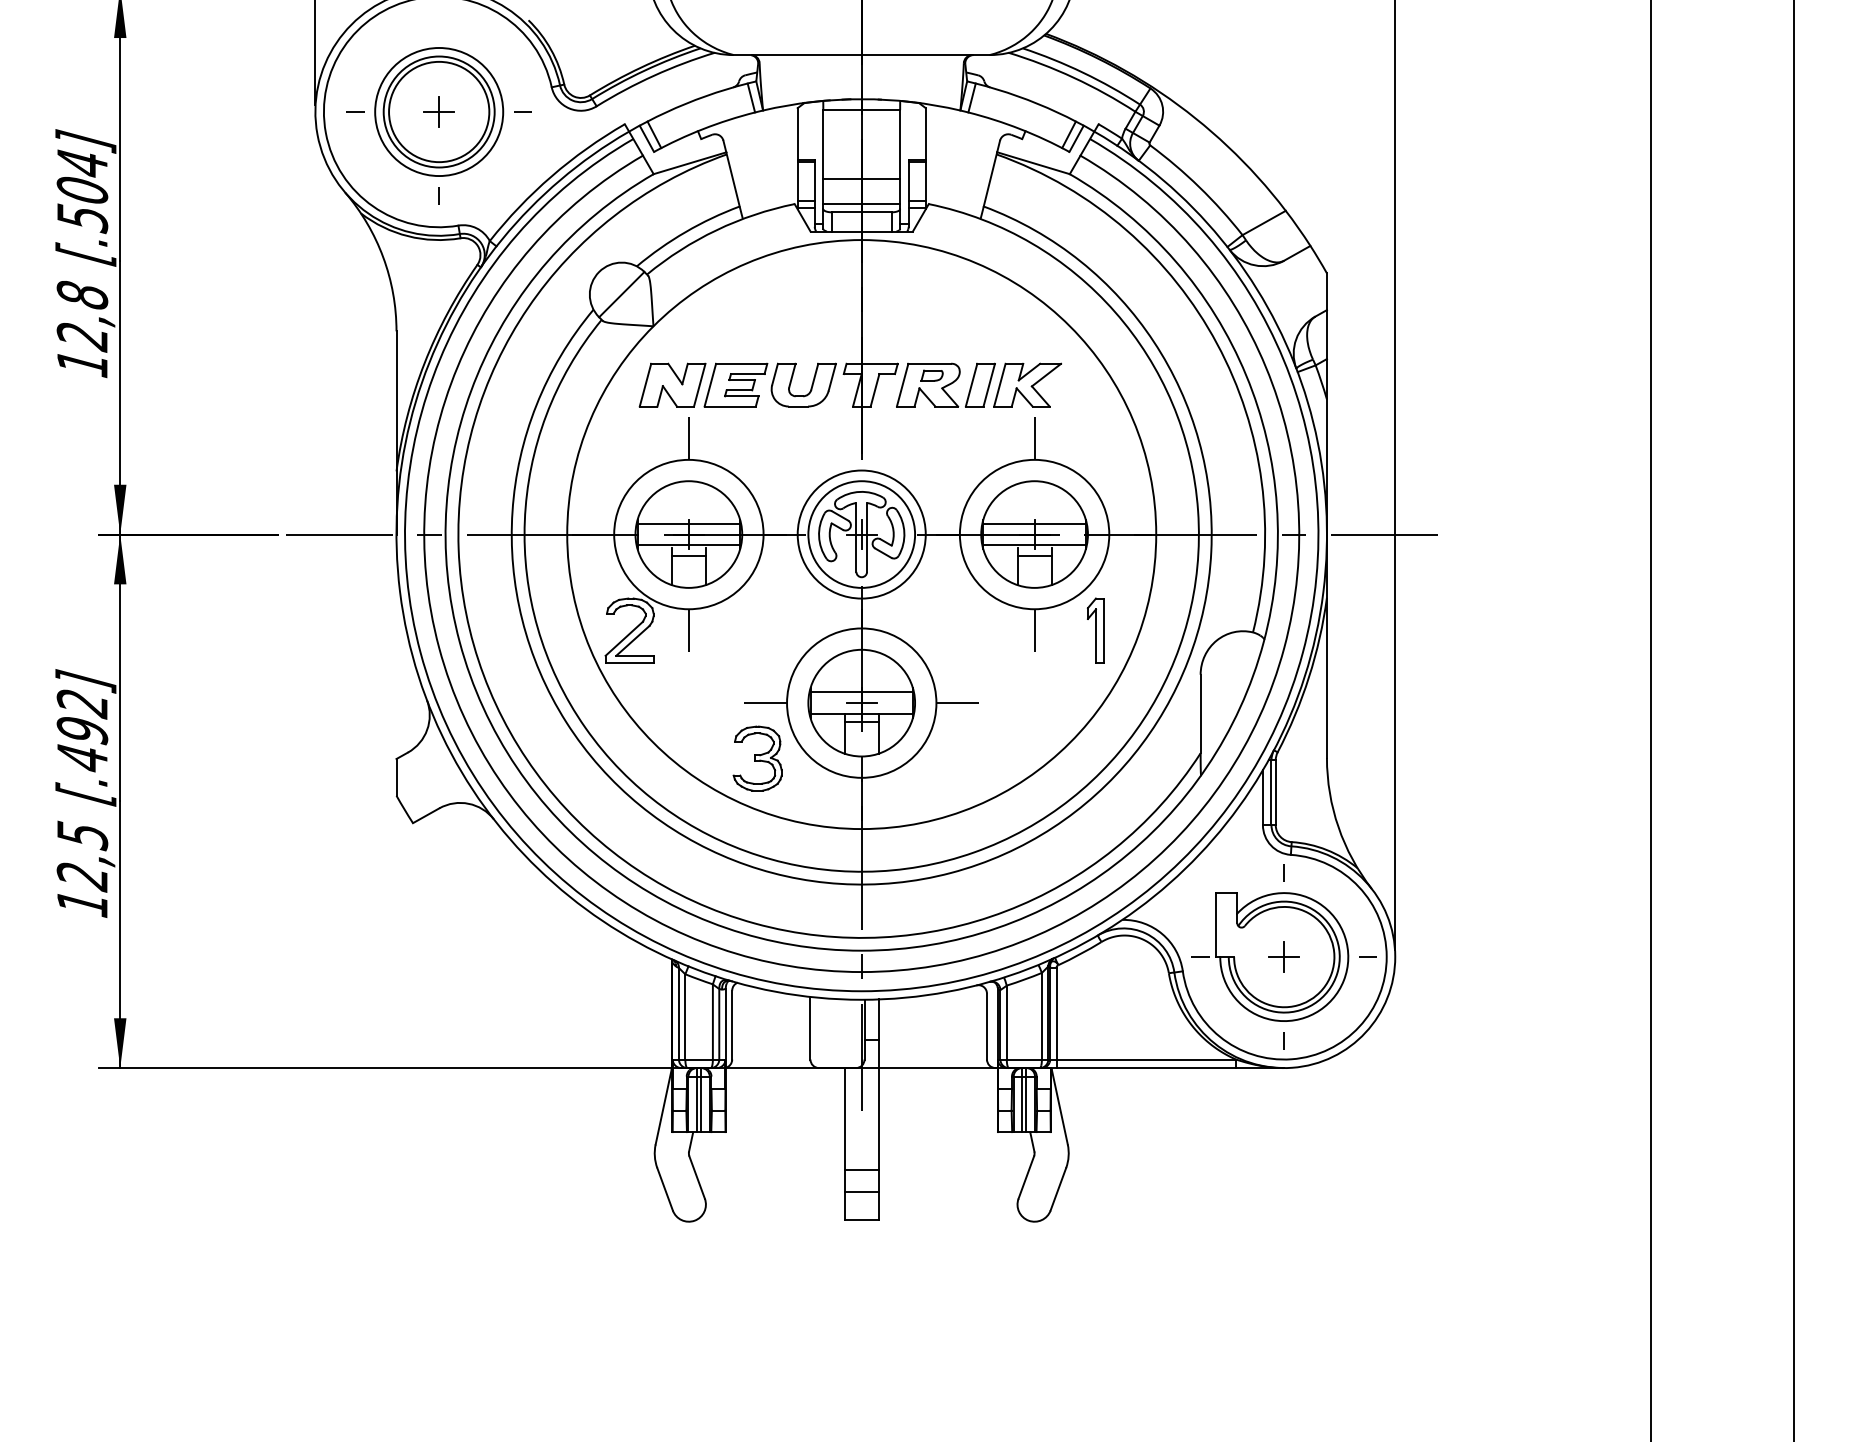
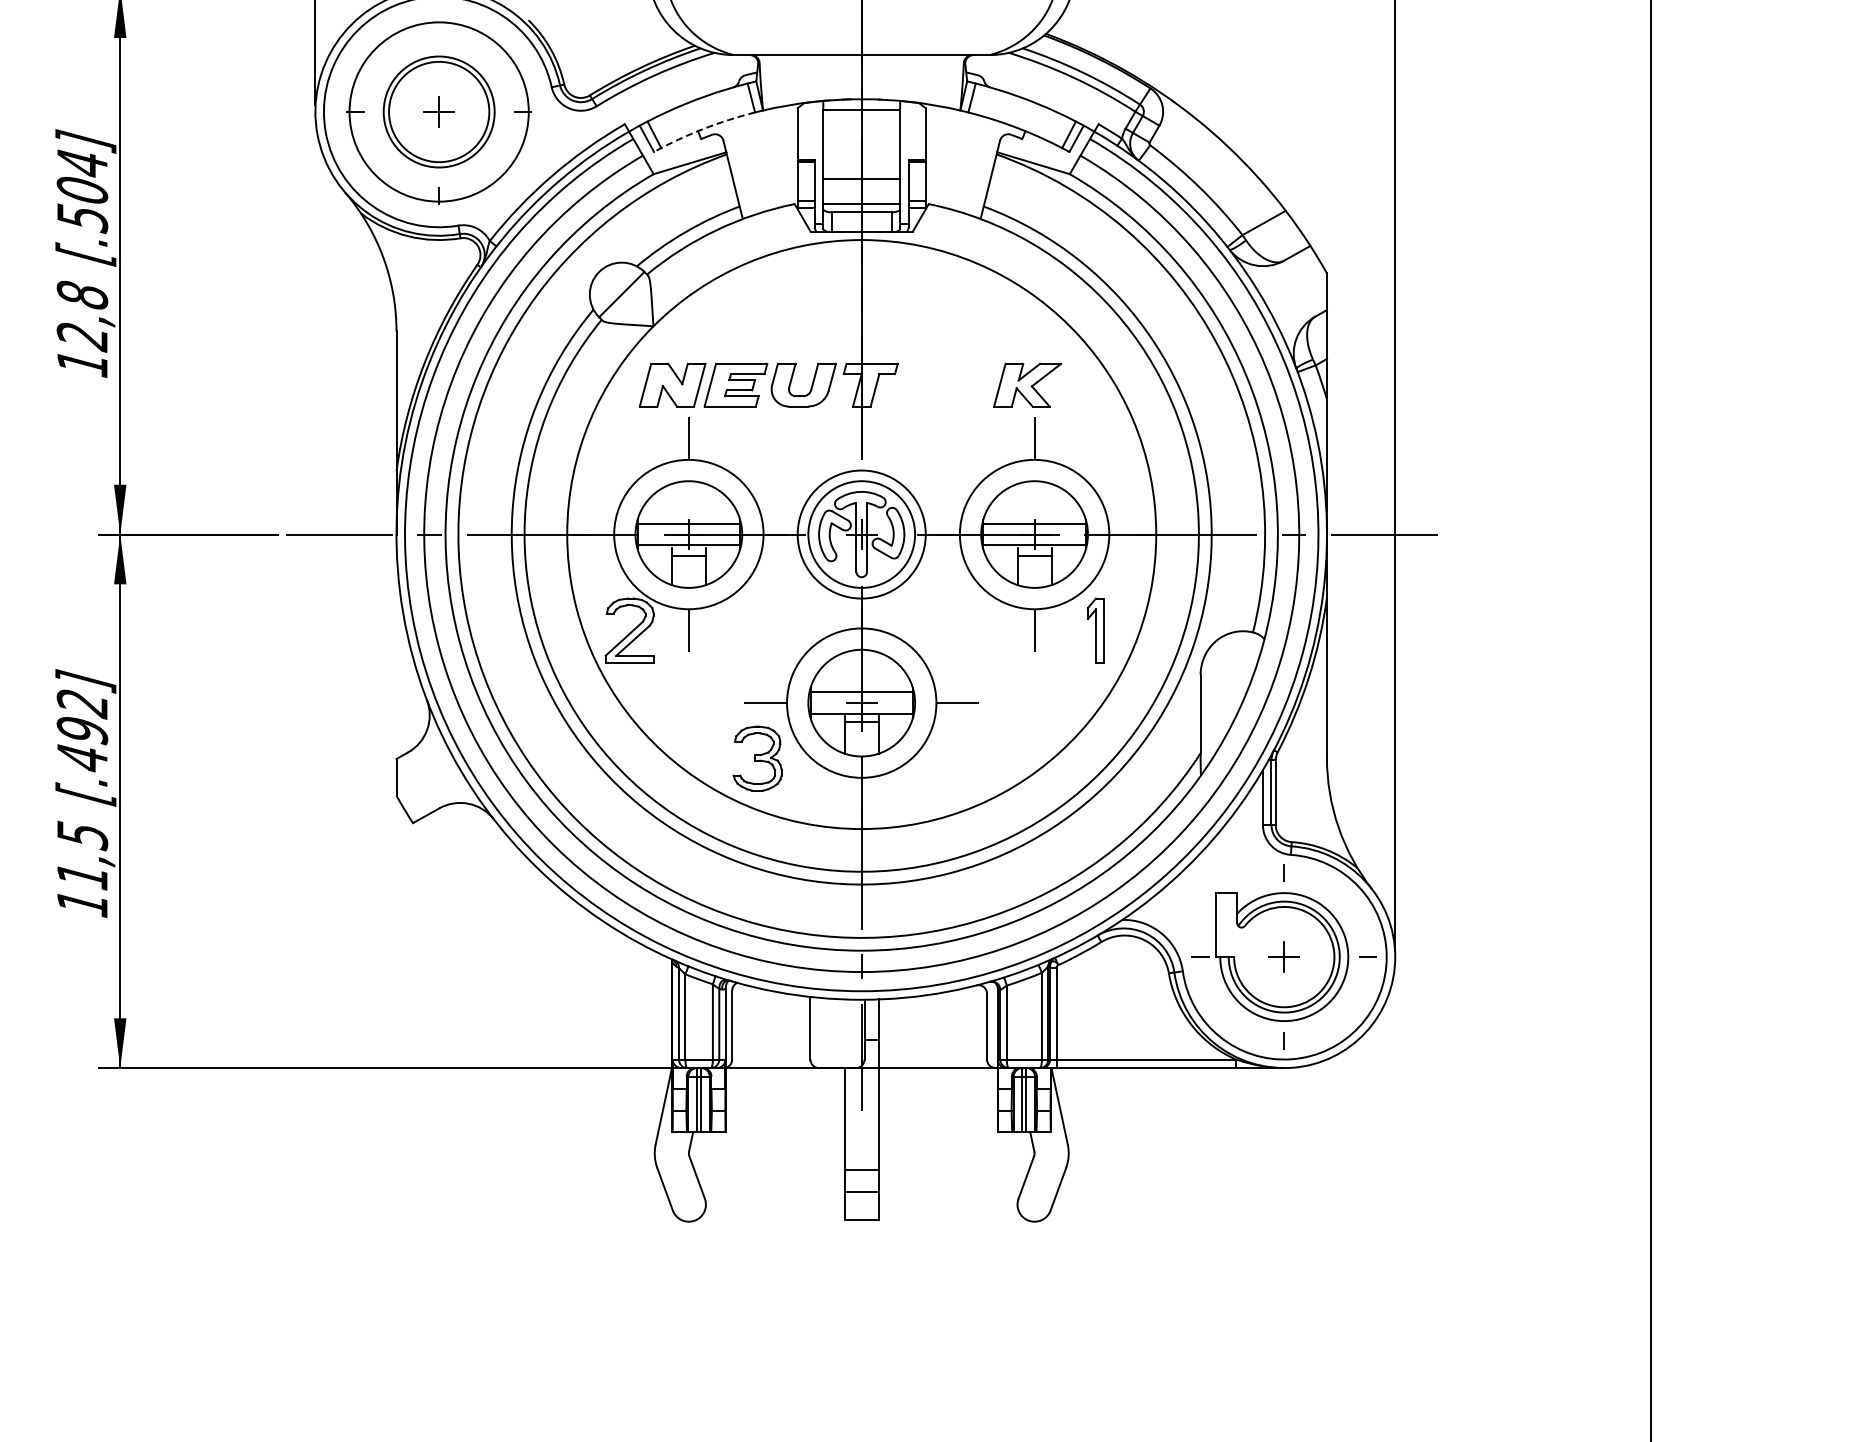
circle at (439, 112) diameter: 128 px -> 179 px
arc at (703, 129): solid -> dashed
part at (945, 384): present -> none
line at (1793, 720): present -> none
text at (81, 877): 12,5 -> 11,5
